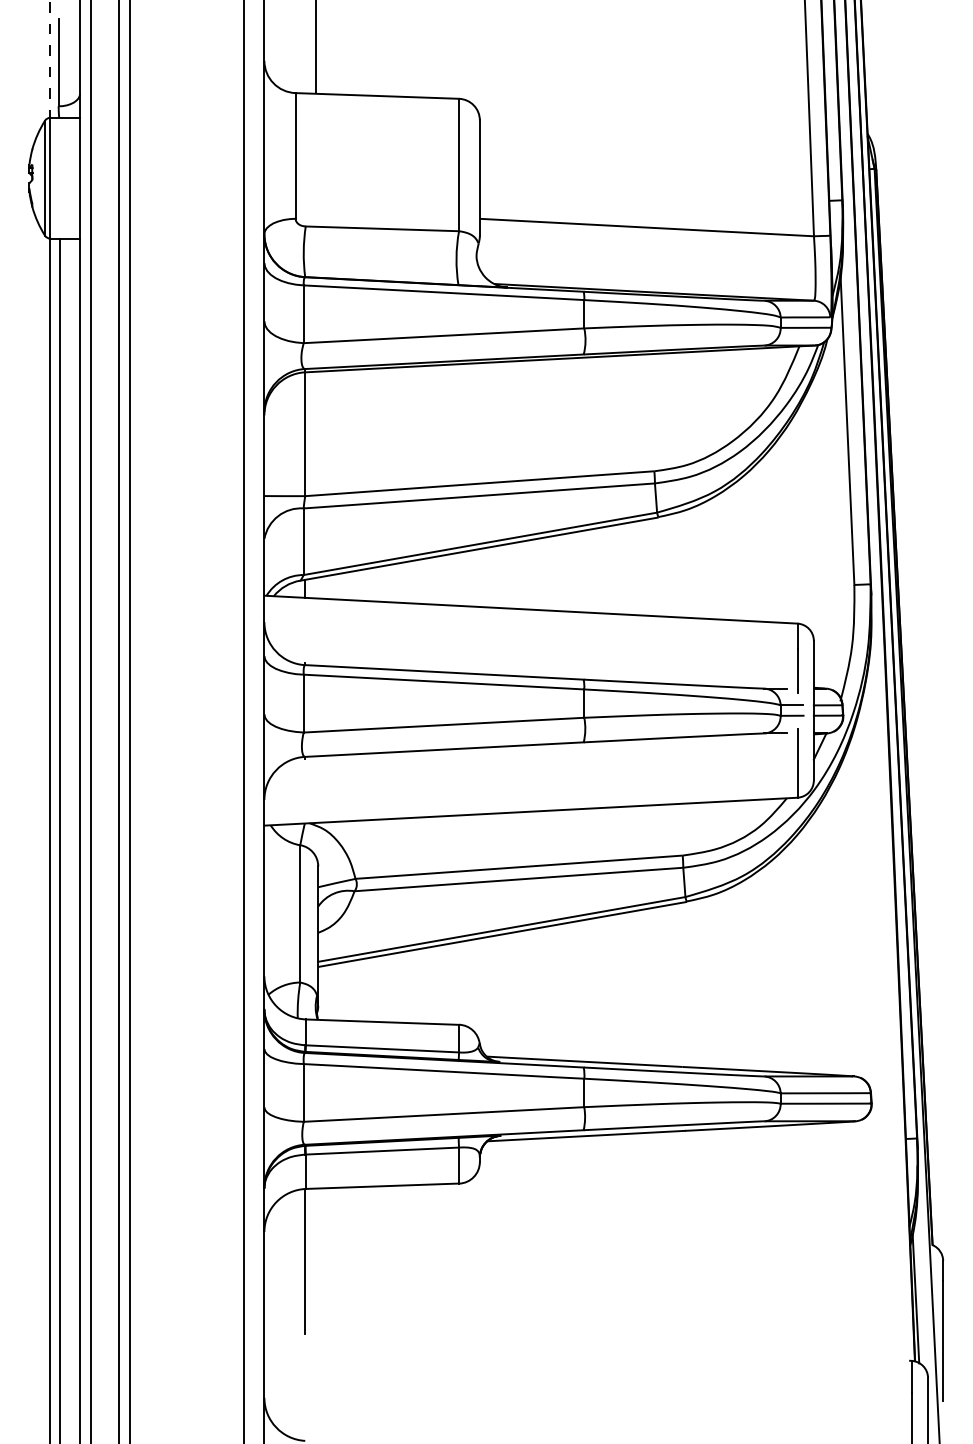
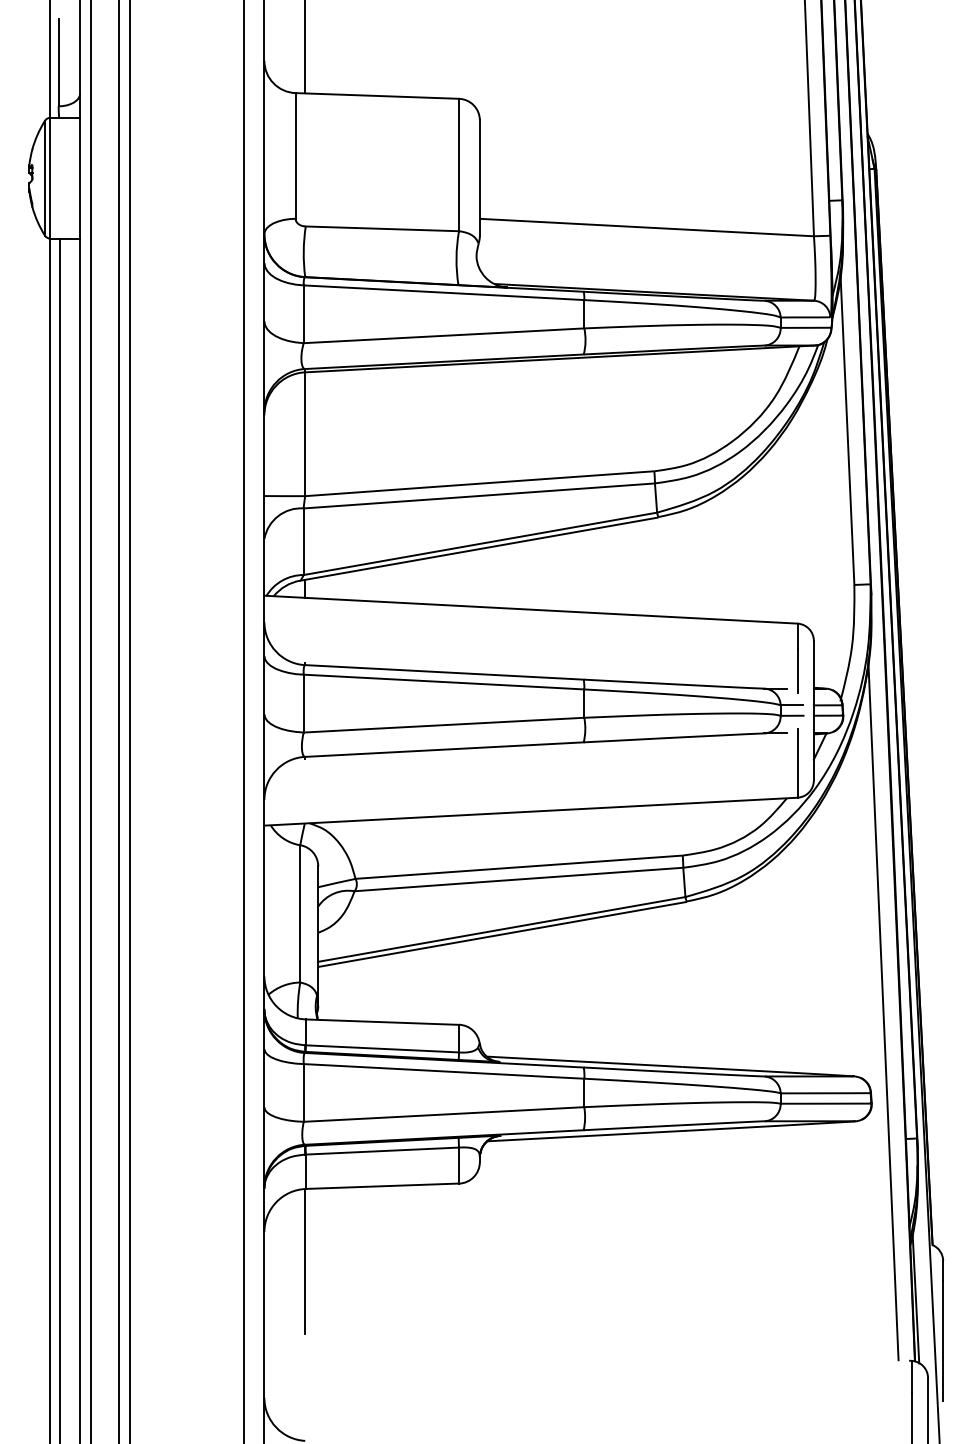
line at (316, 47) position: (316, 47) -> (305, 47)
line at (49, 59): dashed -> solid
line at (883, 1009): none -> present
